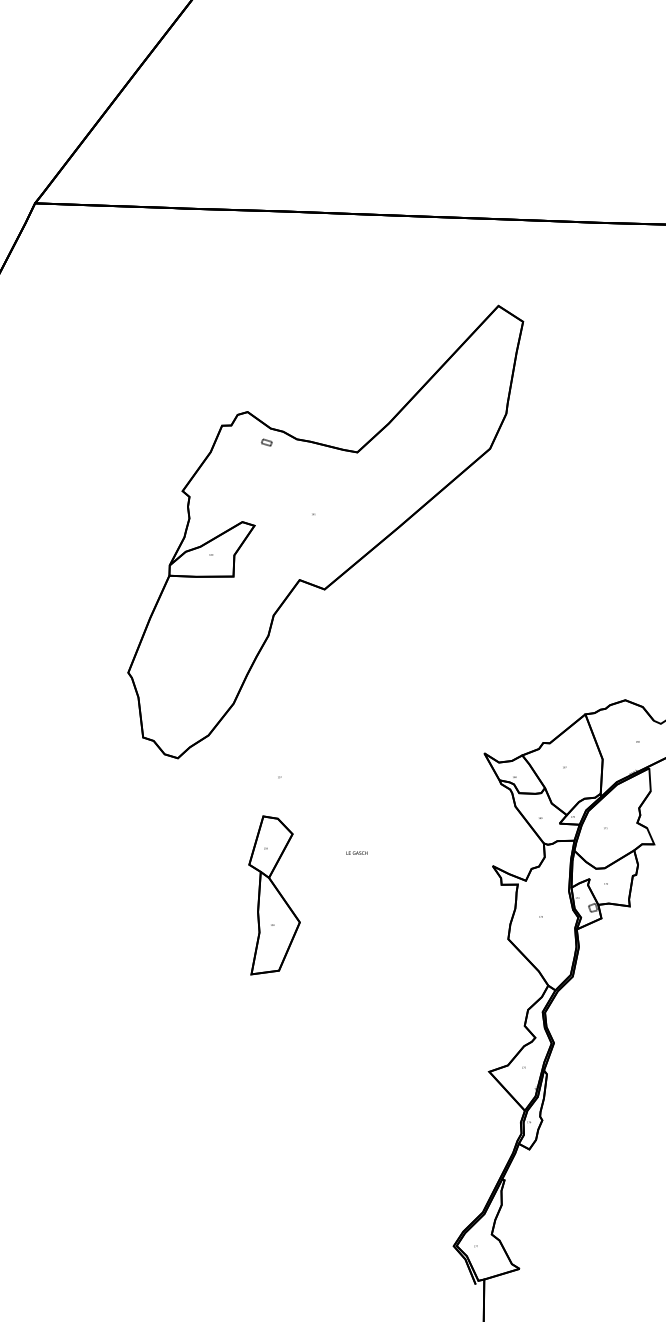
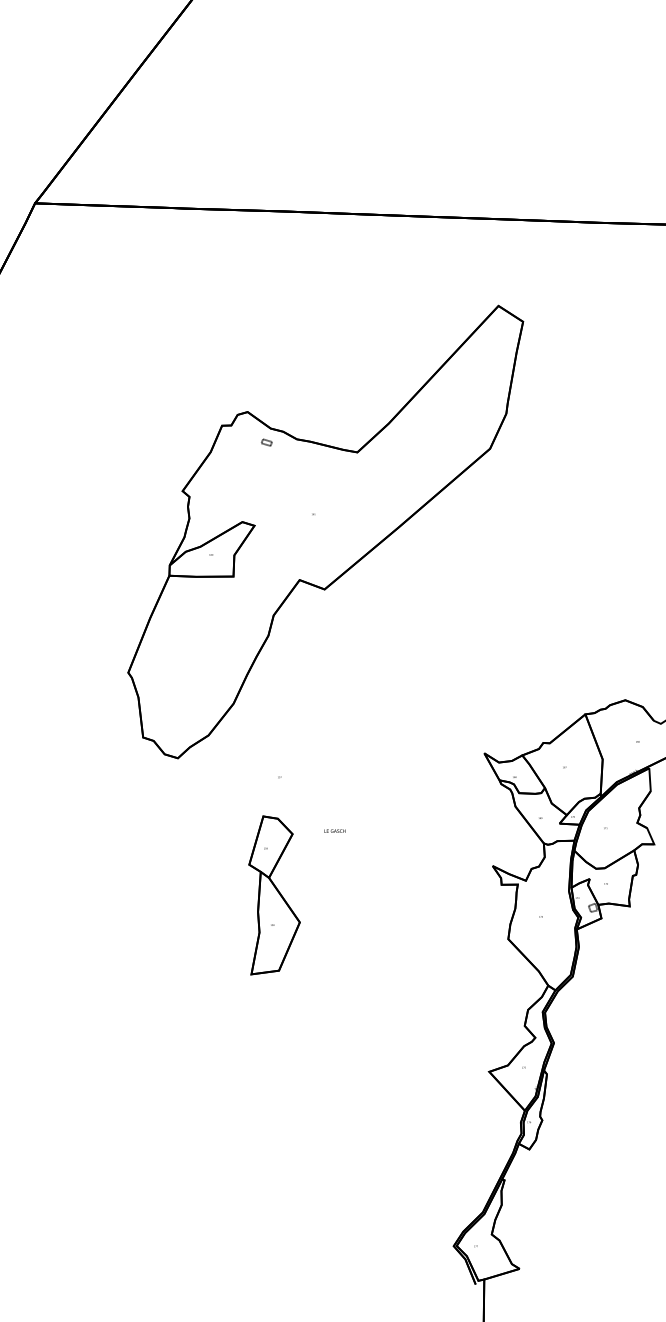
text at (356, 852) position: (356, 852) -> (334, 830)
